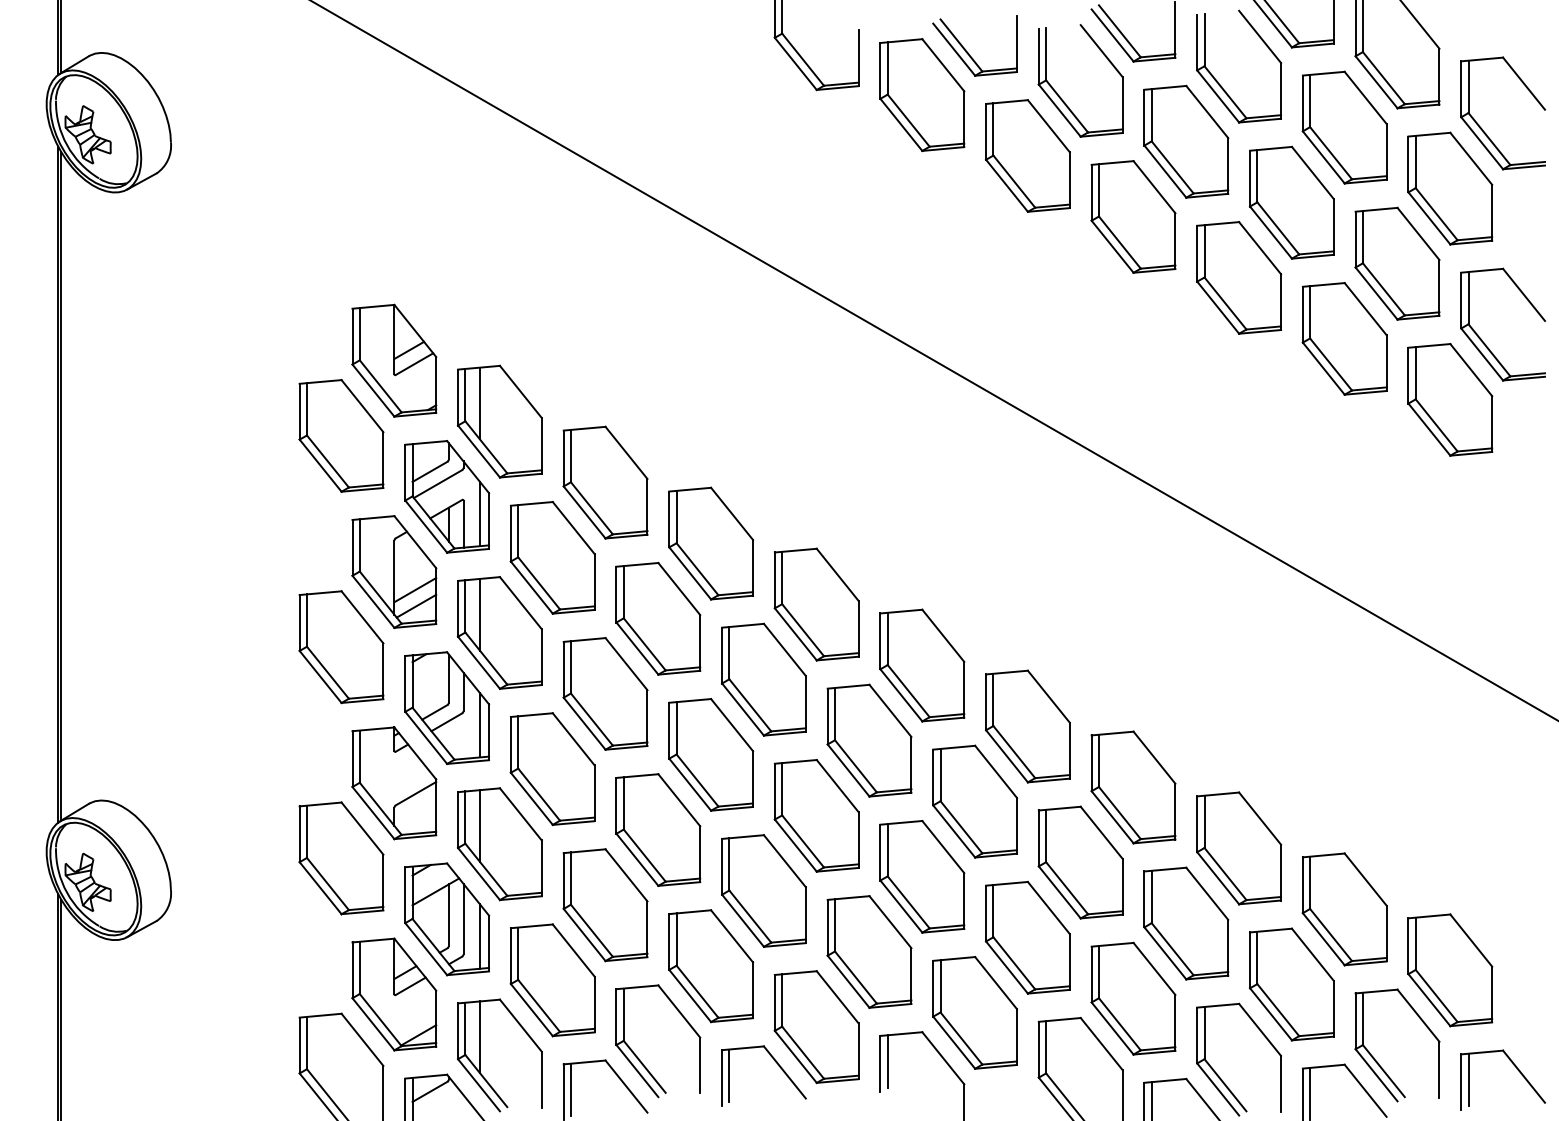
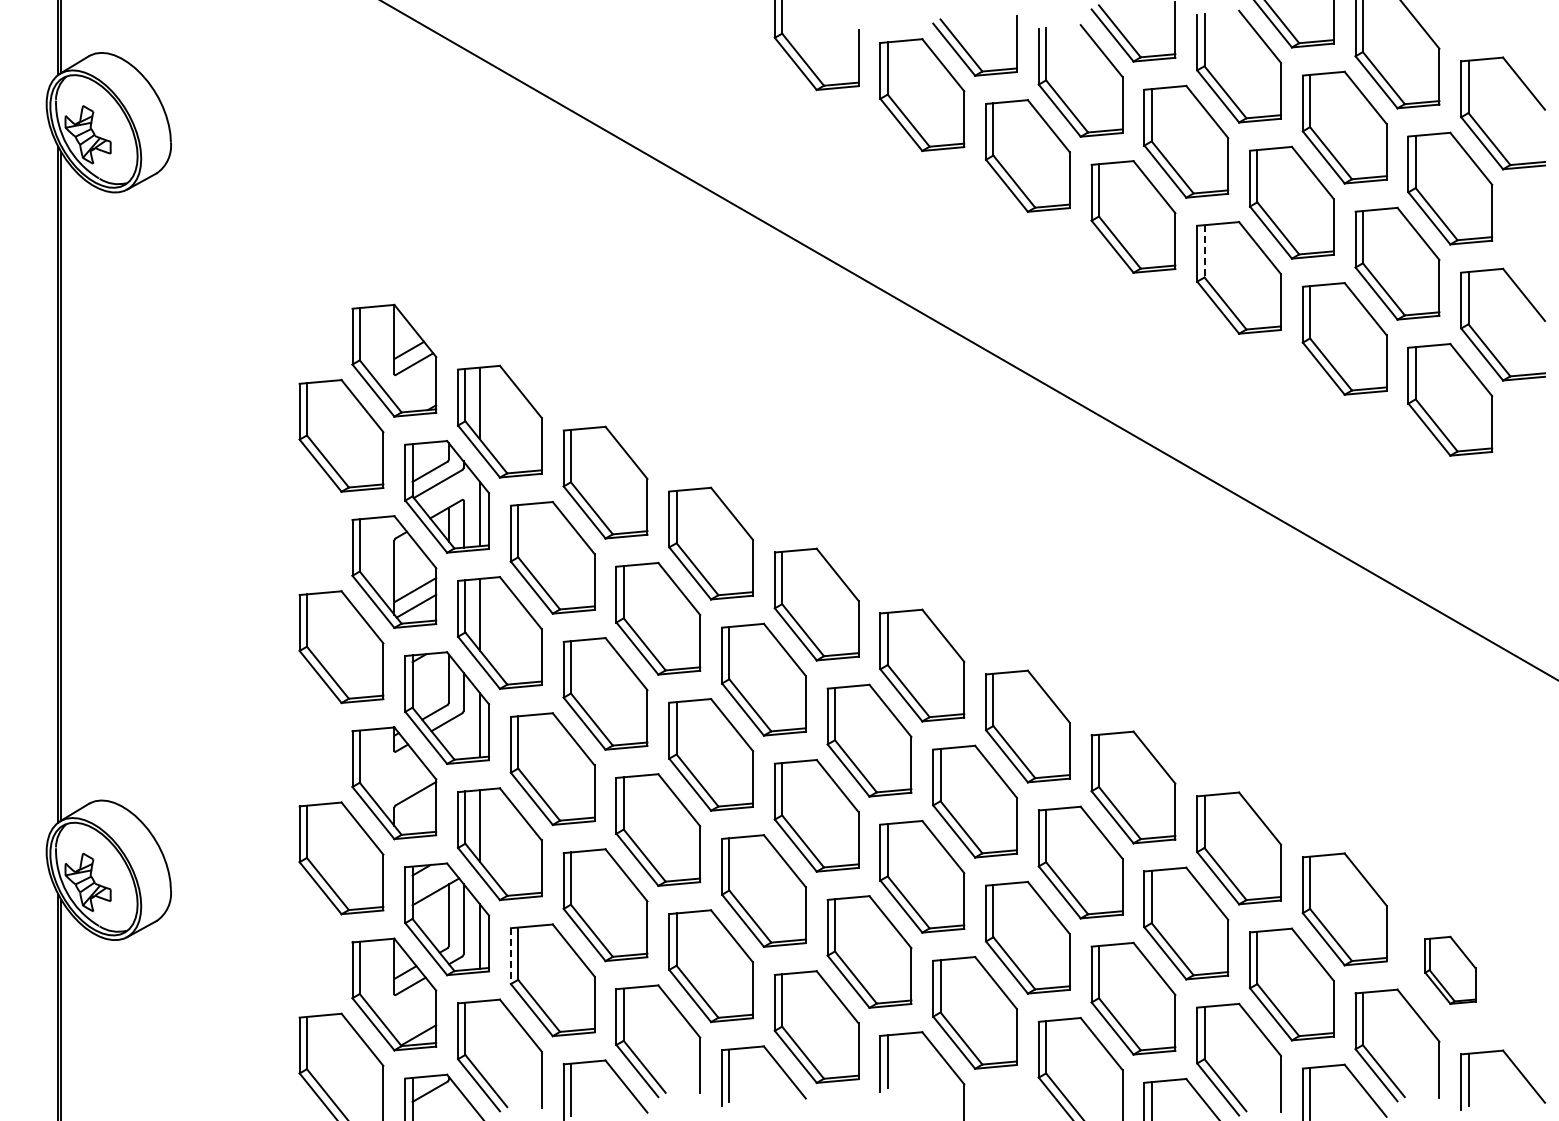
line at (1204, 251): solid -> dashed
line at (934, 360) position: (934, 360) -> (969, 340)
line at (510, 956): solid -> dashed
part at (1450, 970) size: 87x115 px -> 53x70 px
line at (479, 1037): present -> none
